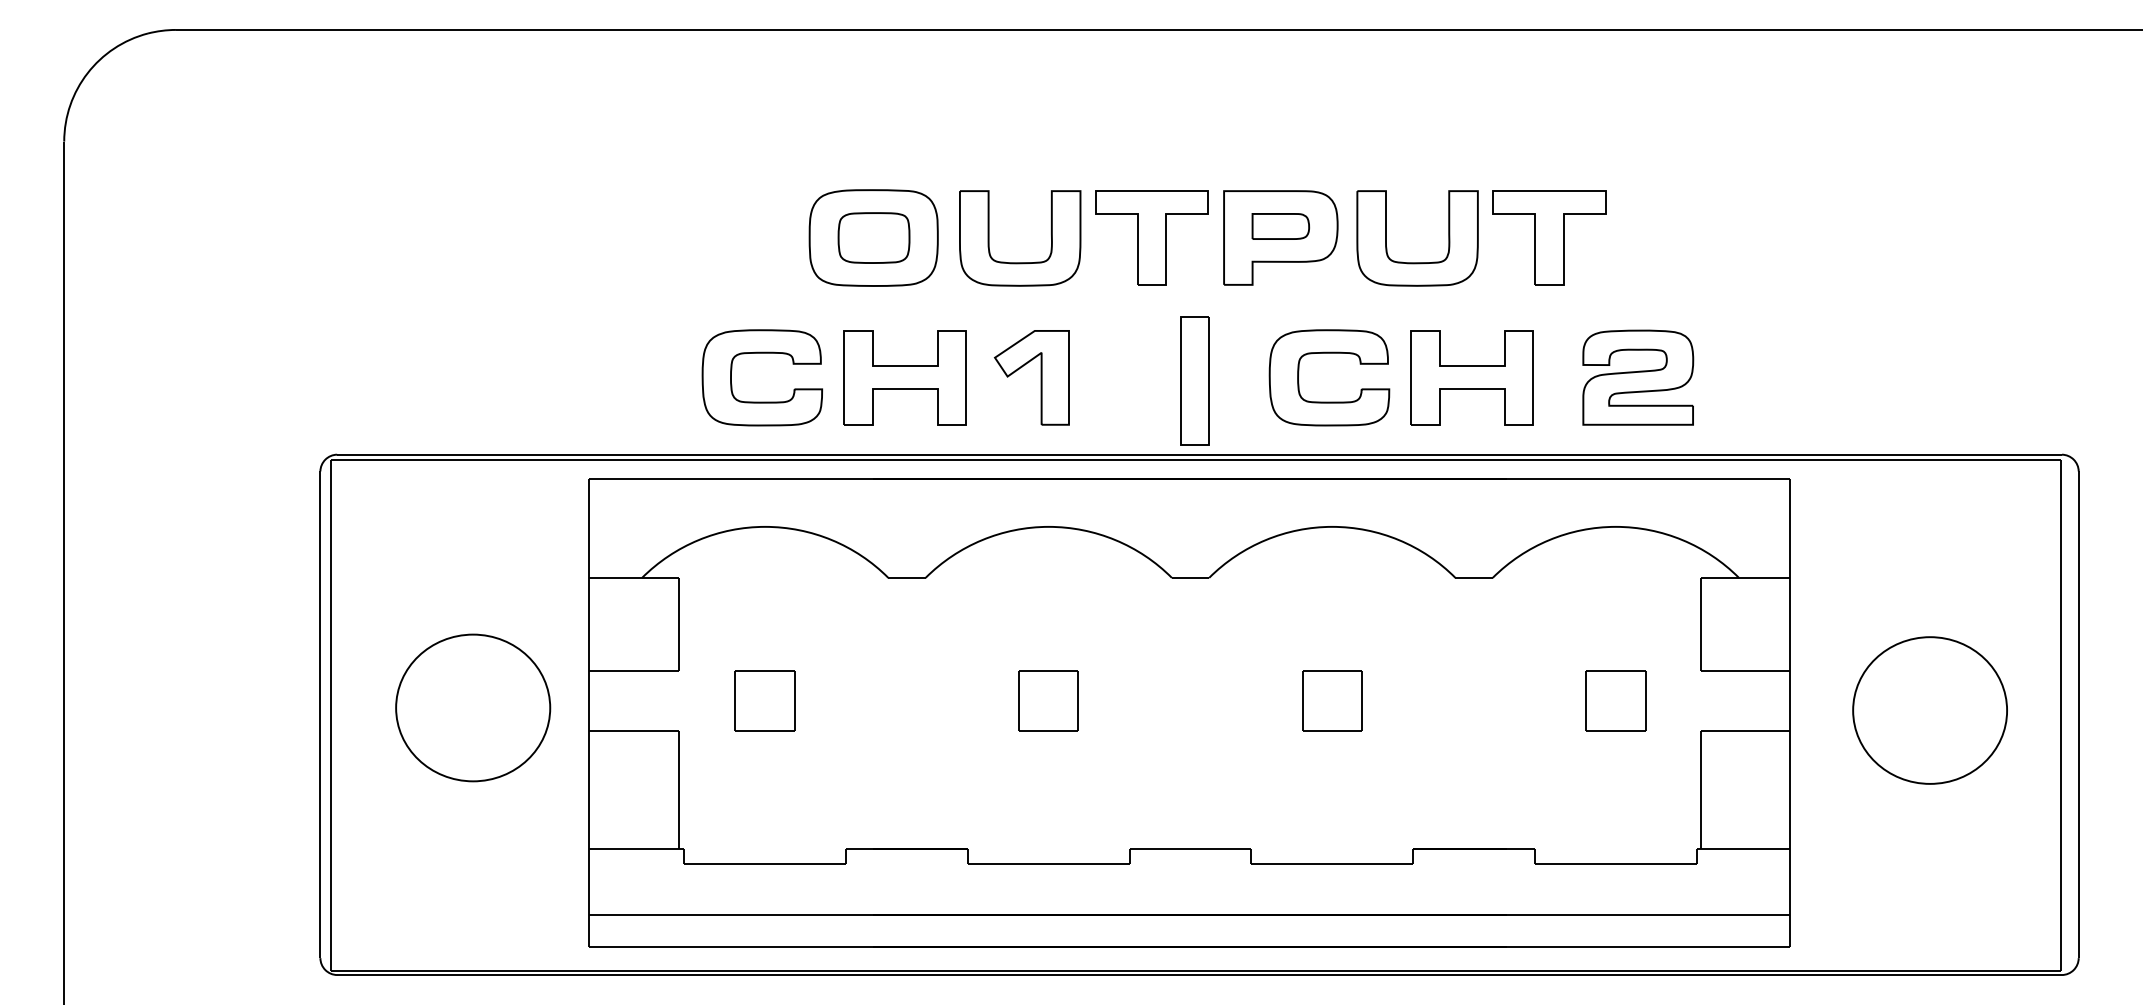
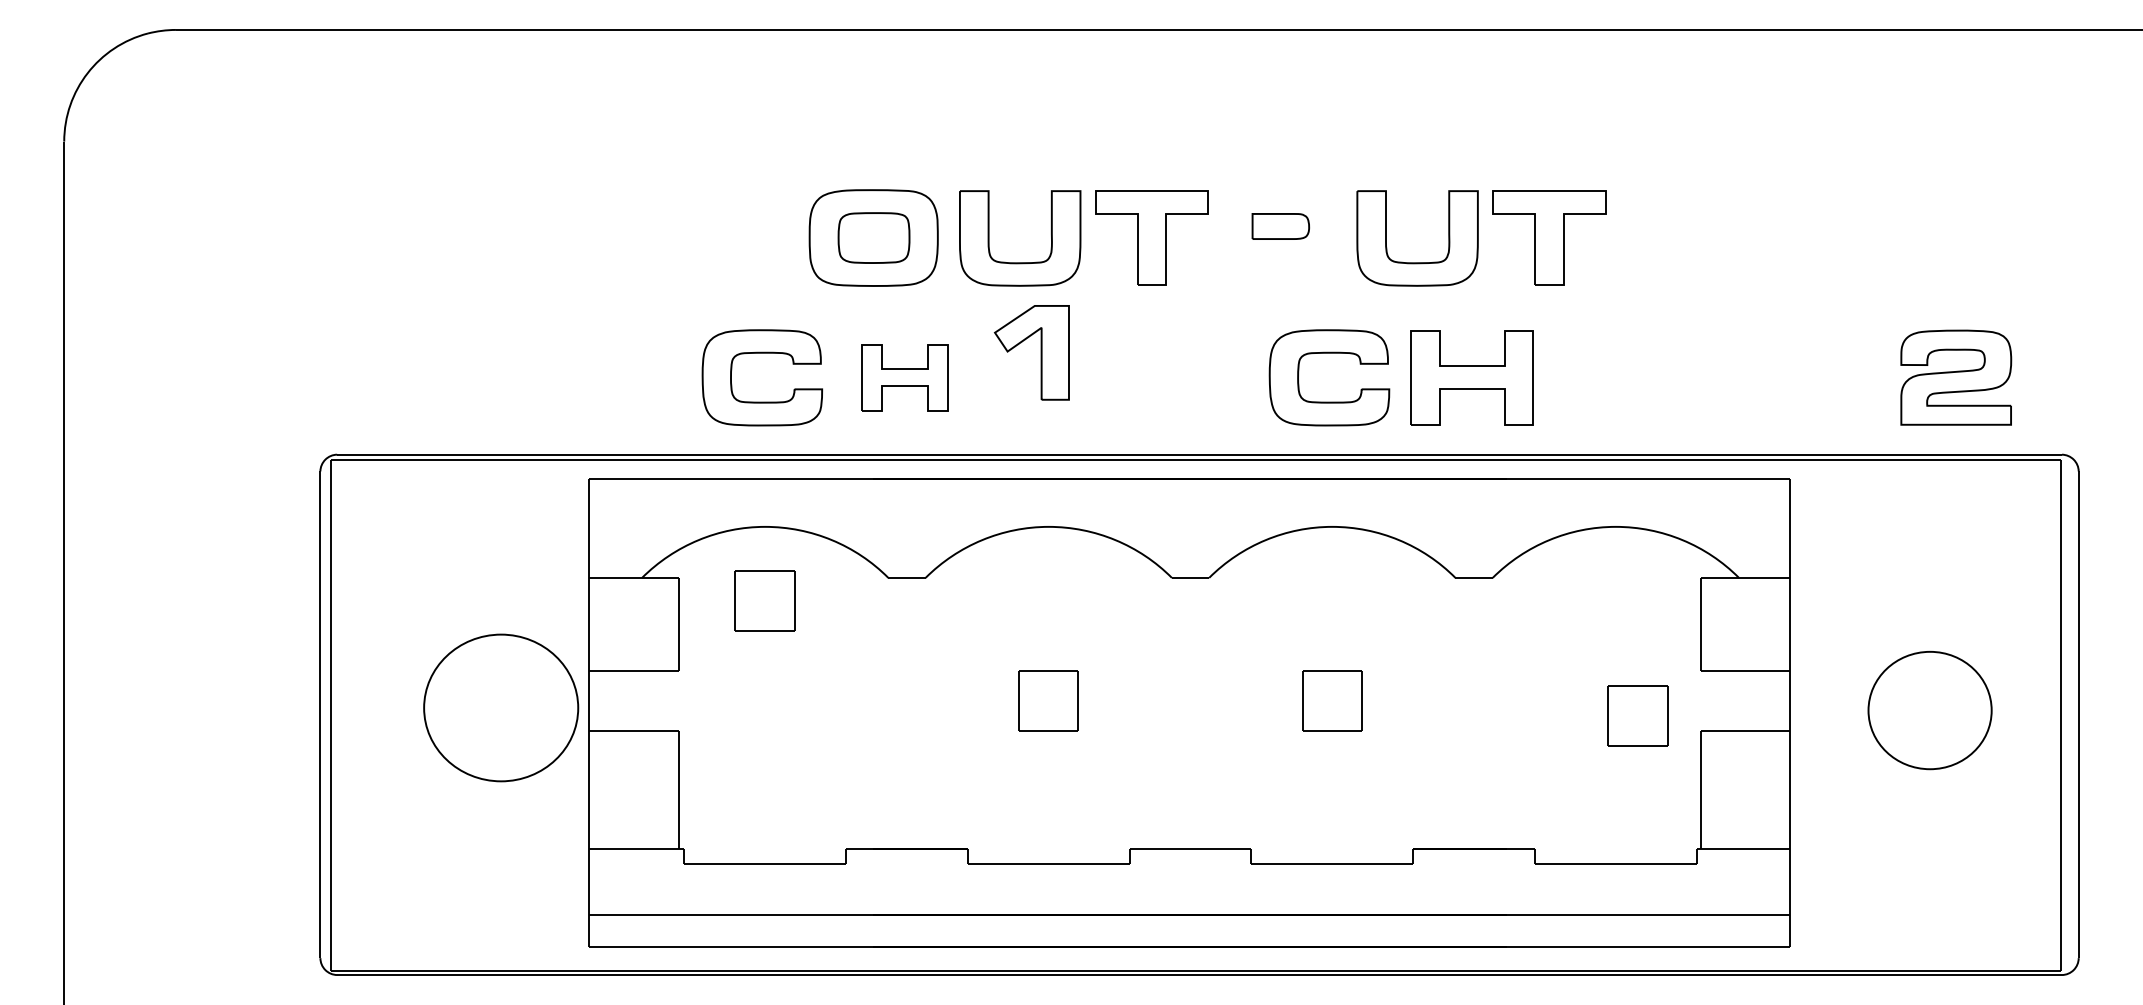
part at (1280, 237): present -> none
part at (904, 377) size: 124x96 px -> 88x68 px
part at (1040, 377) position: (1040, 377) -> (1040, 352)
part at (1638, 377) position: (1638, 377) -> (1956, 377)
part at (1194, 380): present -> none
part at (764, 700) position: (764, 700) -> (764, 600)
part at (1615, 700) position: (1615, 700) -> (1637, 715)
part at (473, 707) position: (473, 707) -> (501, 707)
part at (1929, 710) size: 156x149 px -> 126x120 px
